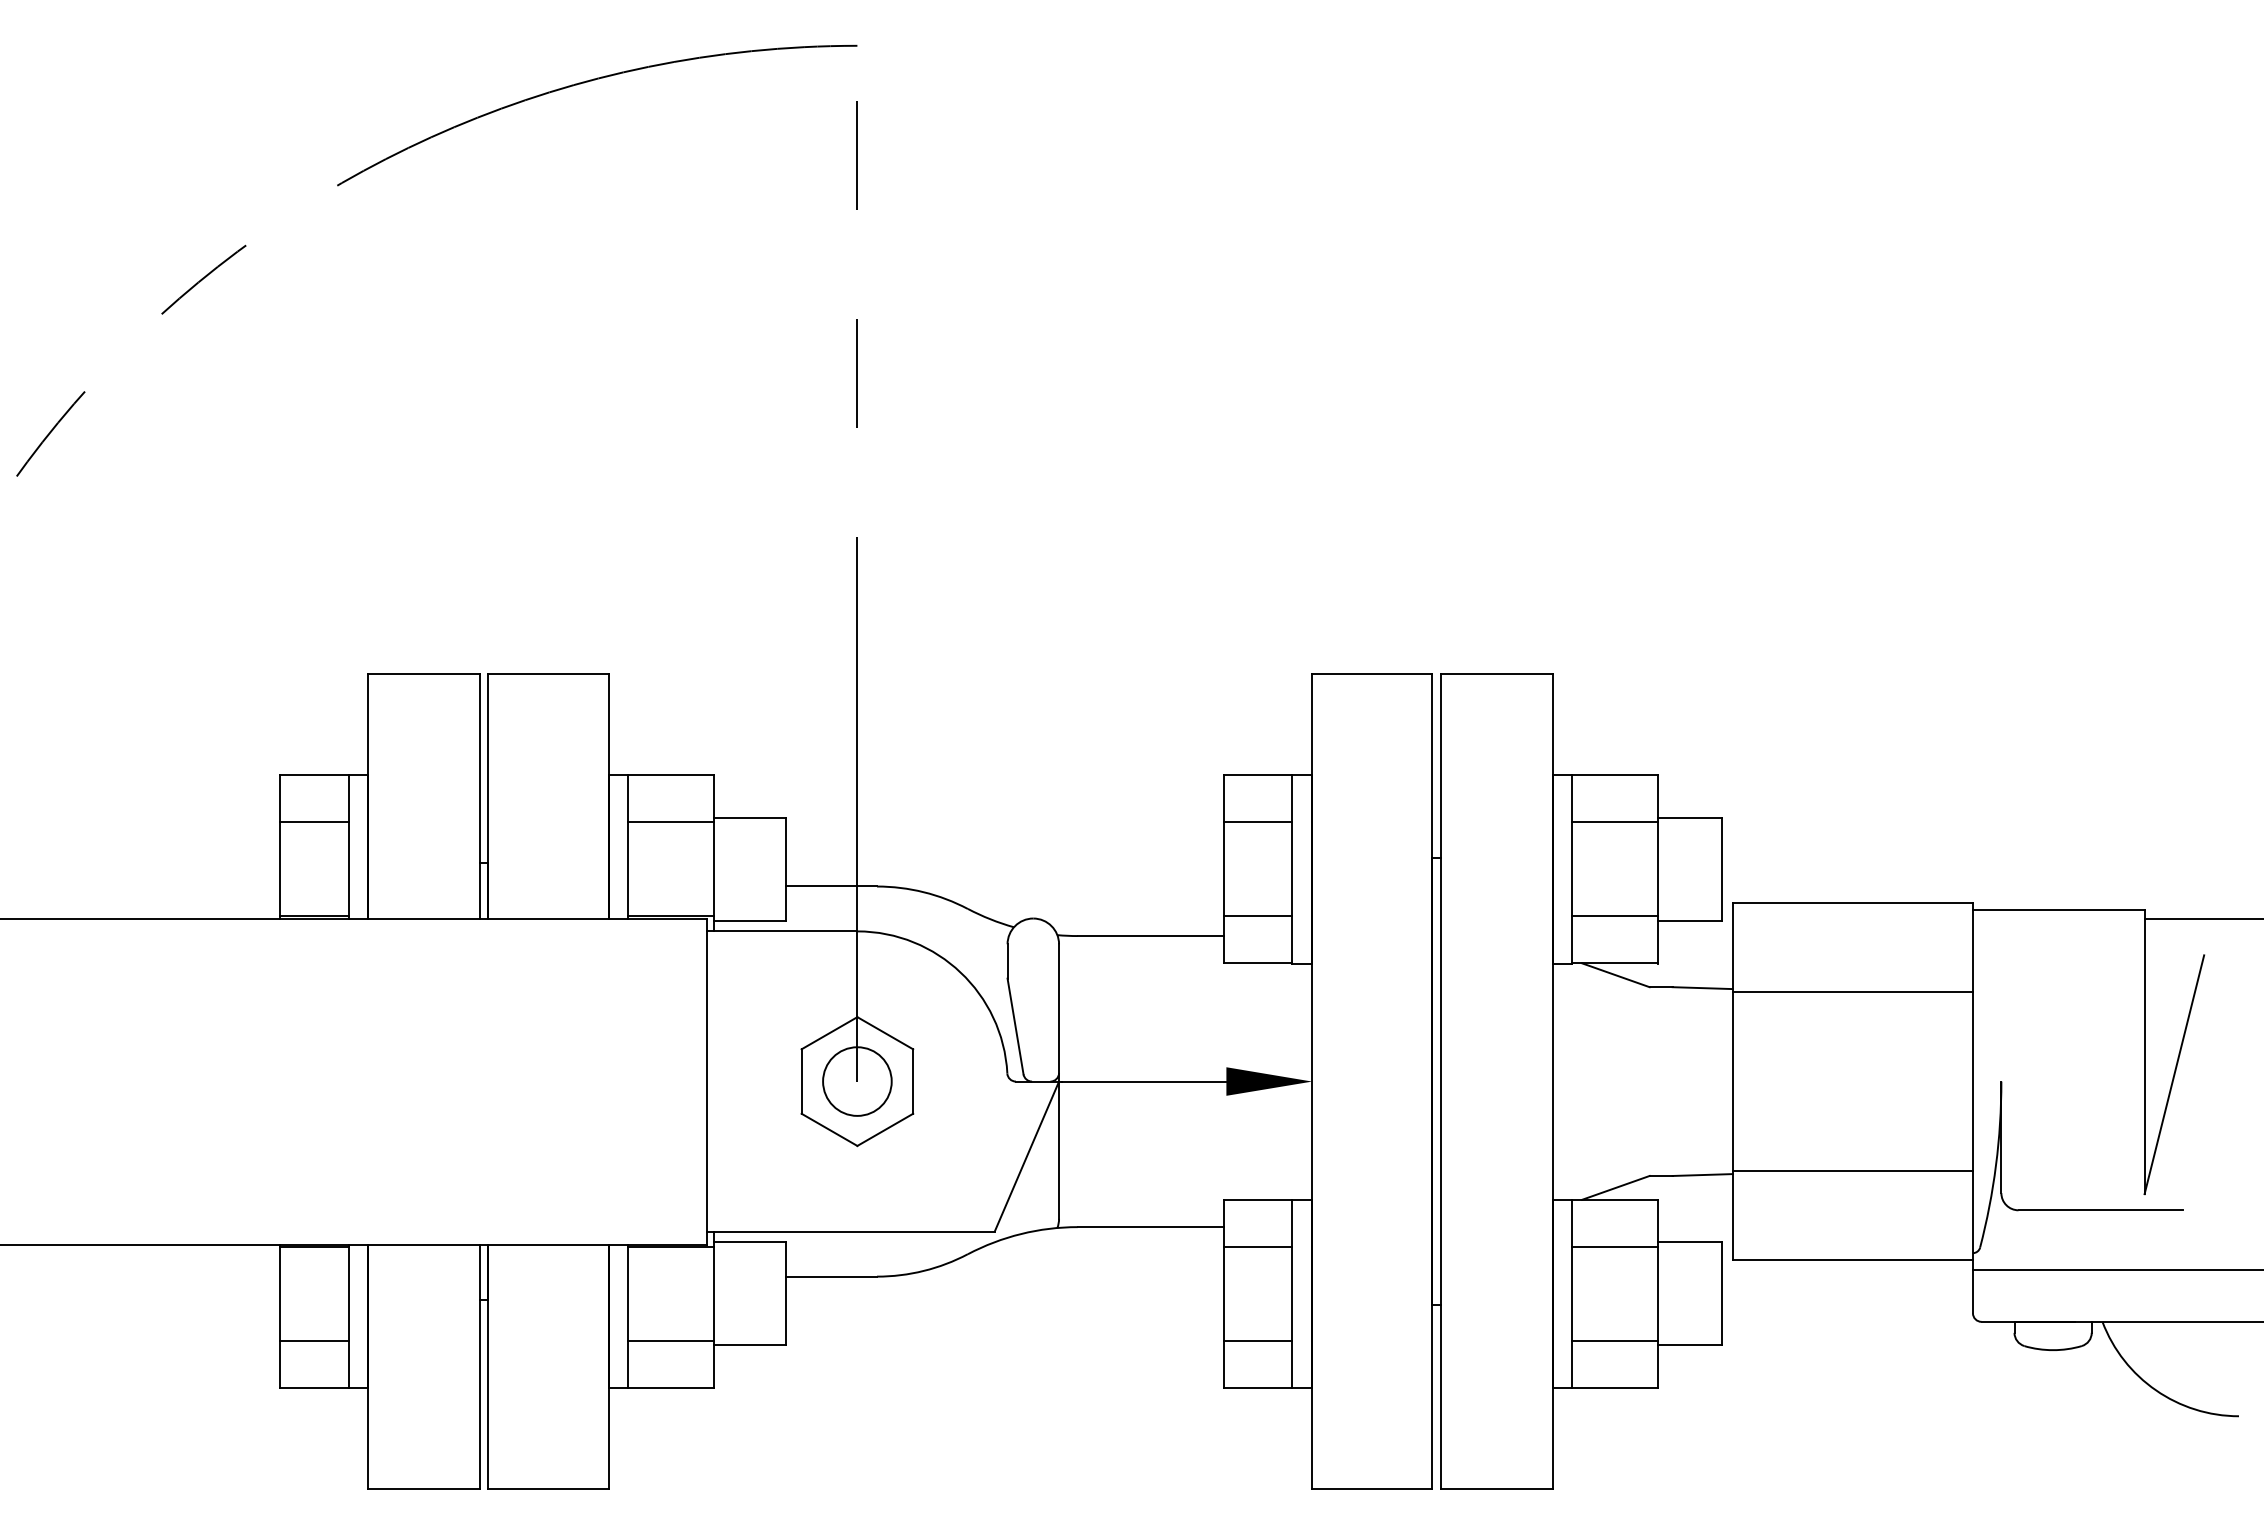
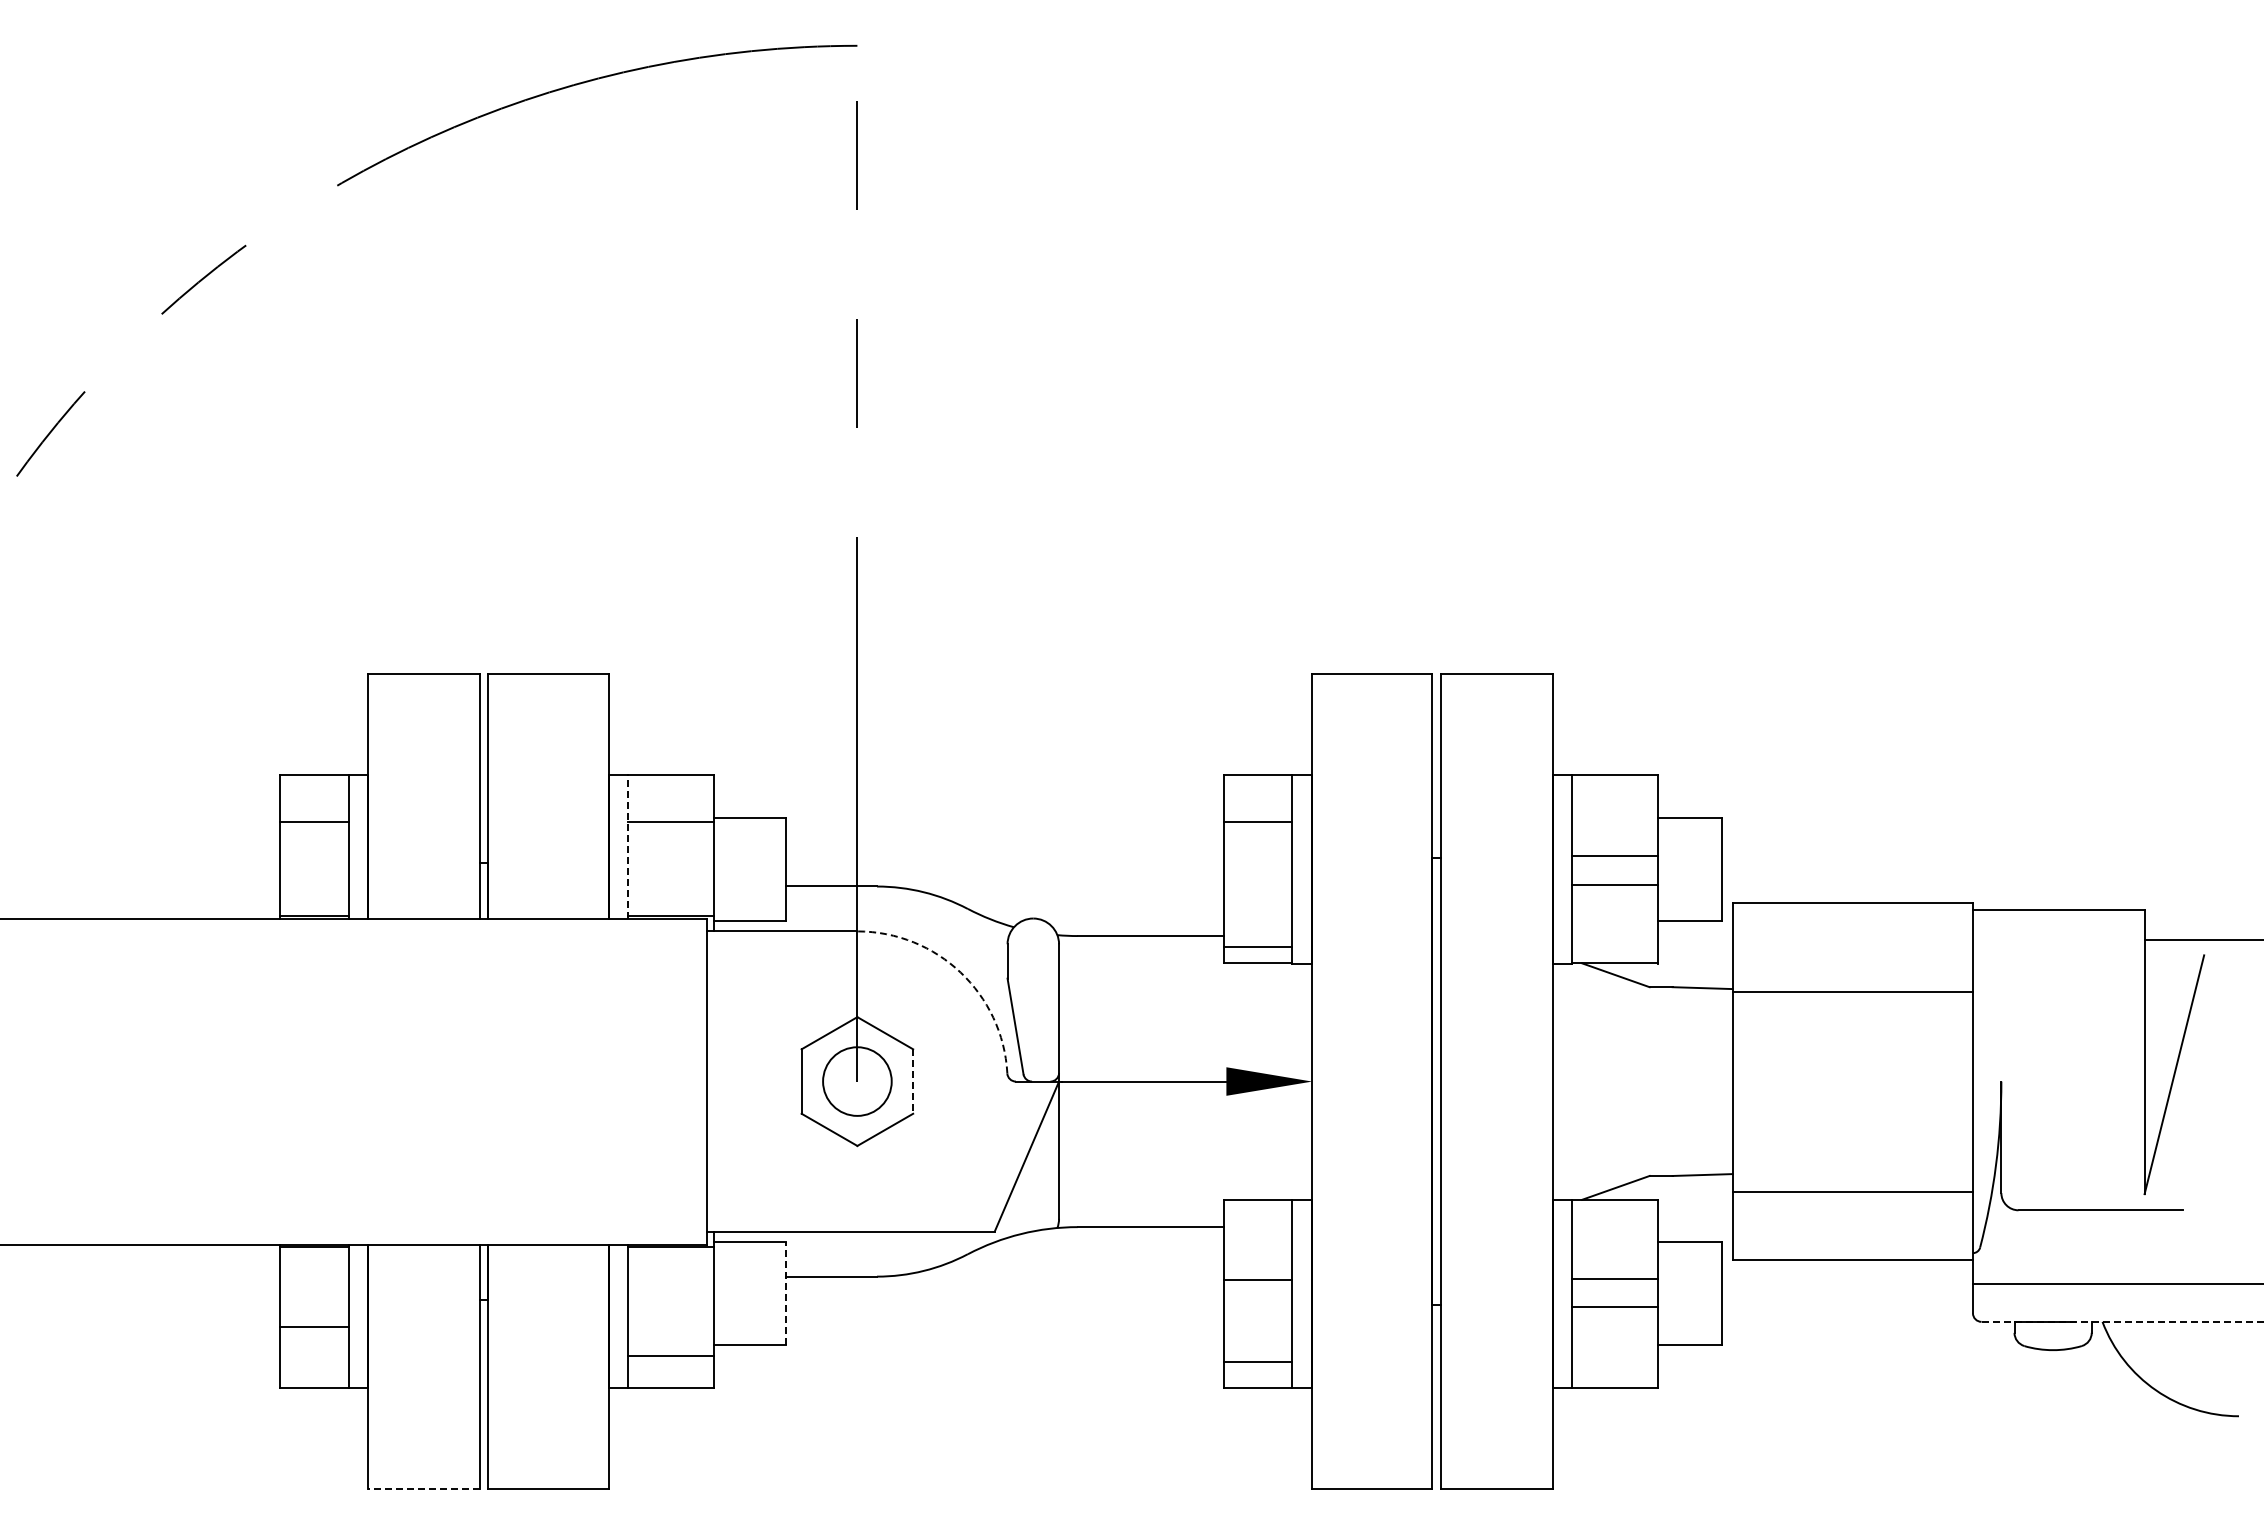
line at (1615, 822) position: (1615, 822) -> (1615, 856)
line at (628, 846): solid -> dashed
line at (1257, 916) position: (1257, 916) -> (1257, 947)
line at (1615, 916) position: (1615, 916) -> (1615, 885)
line at (2202, 918) position: (2202, 918) -> (2202, 939)
arc at (960, 972): solid -> dashed
line at (913, 1082): solid -> dashed
line at (1852, 1170) position: (1852, 1170) -> (1852, 1191)
line at (1257, 1246) position: (1257, 1246) -> (1257, 1279)
line at (1615, 1246) position: (1615, 1246) -> (1615, 1278)
line at (2116, 1270) position: (2116, 1270) -> (2116, 1284)
line at (786, 1293): solid -> dashed
line at (2122, 1321): solid -> dashed
line at (313, 1341) position: (313, 1341) -> (313, 1327)
line at (671, 1341) position: (671, 1341) -> (671, 1356)
line at (1257, 1341) position: (1257, 1341) -> (1257, 1362)
line at (1615, 1341) position: (1615, 1341) -> (1615, 1307)
line at (424, 1489): solid -> dashed
